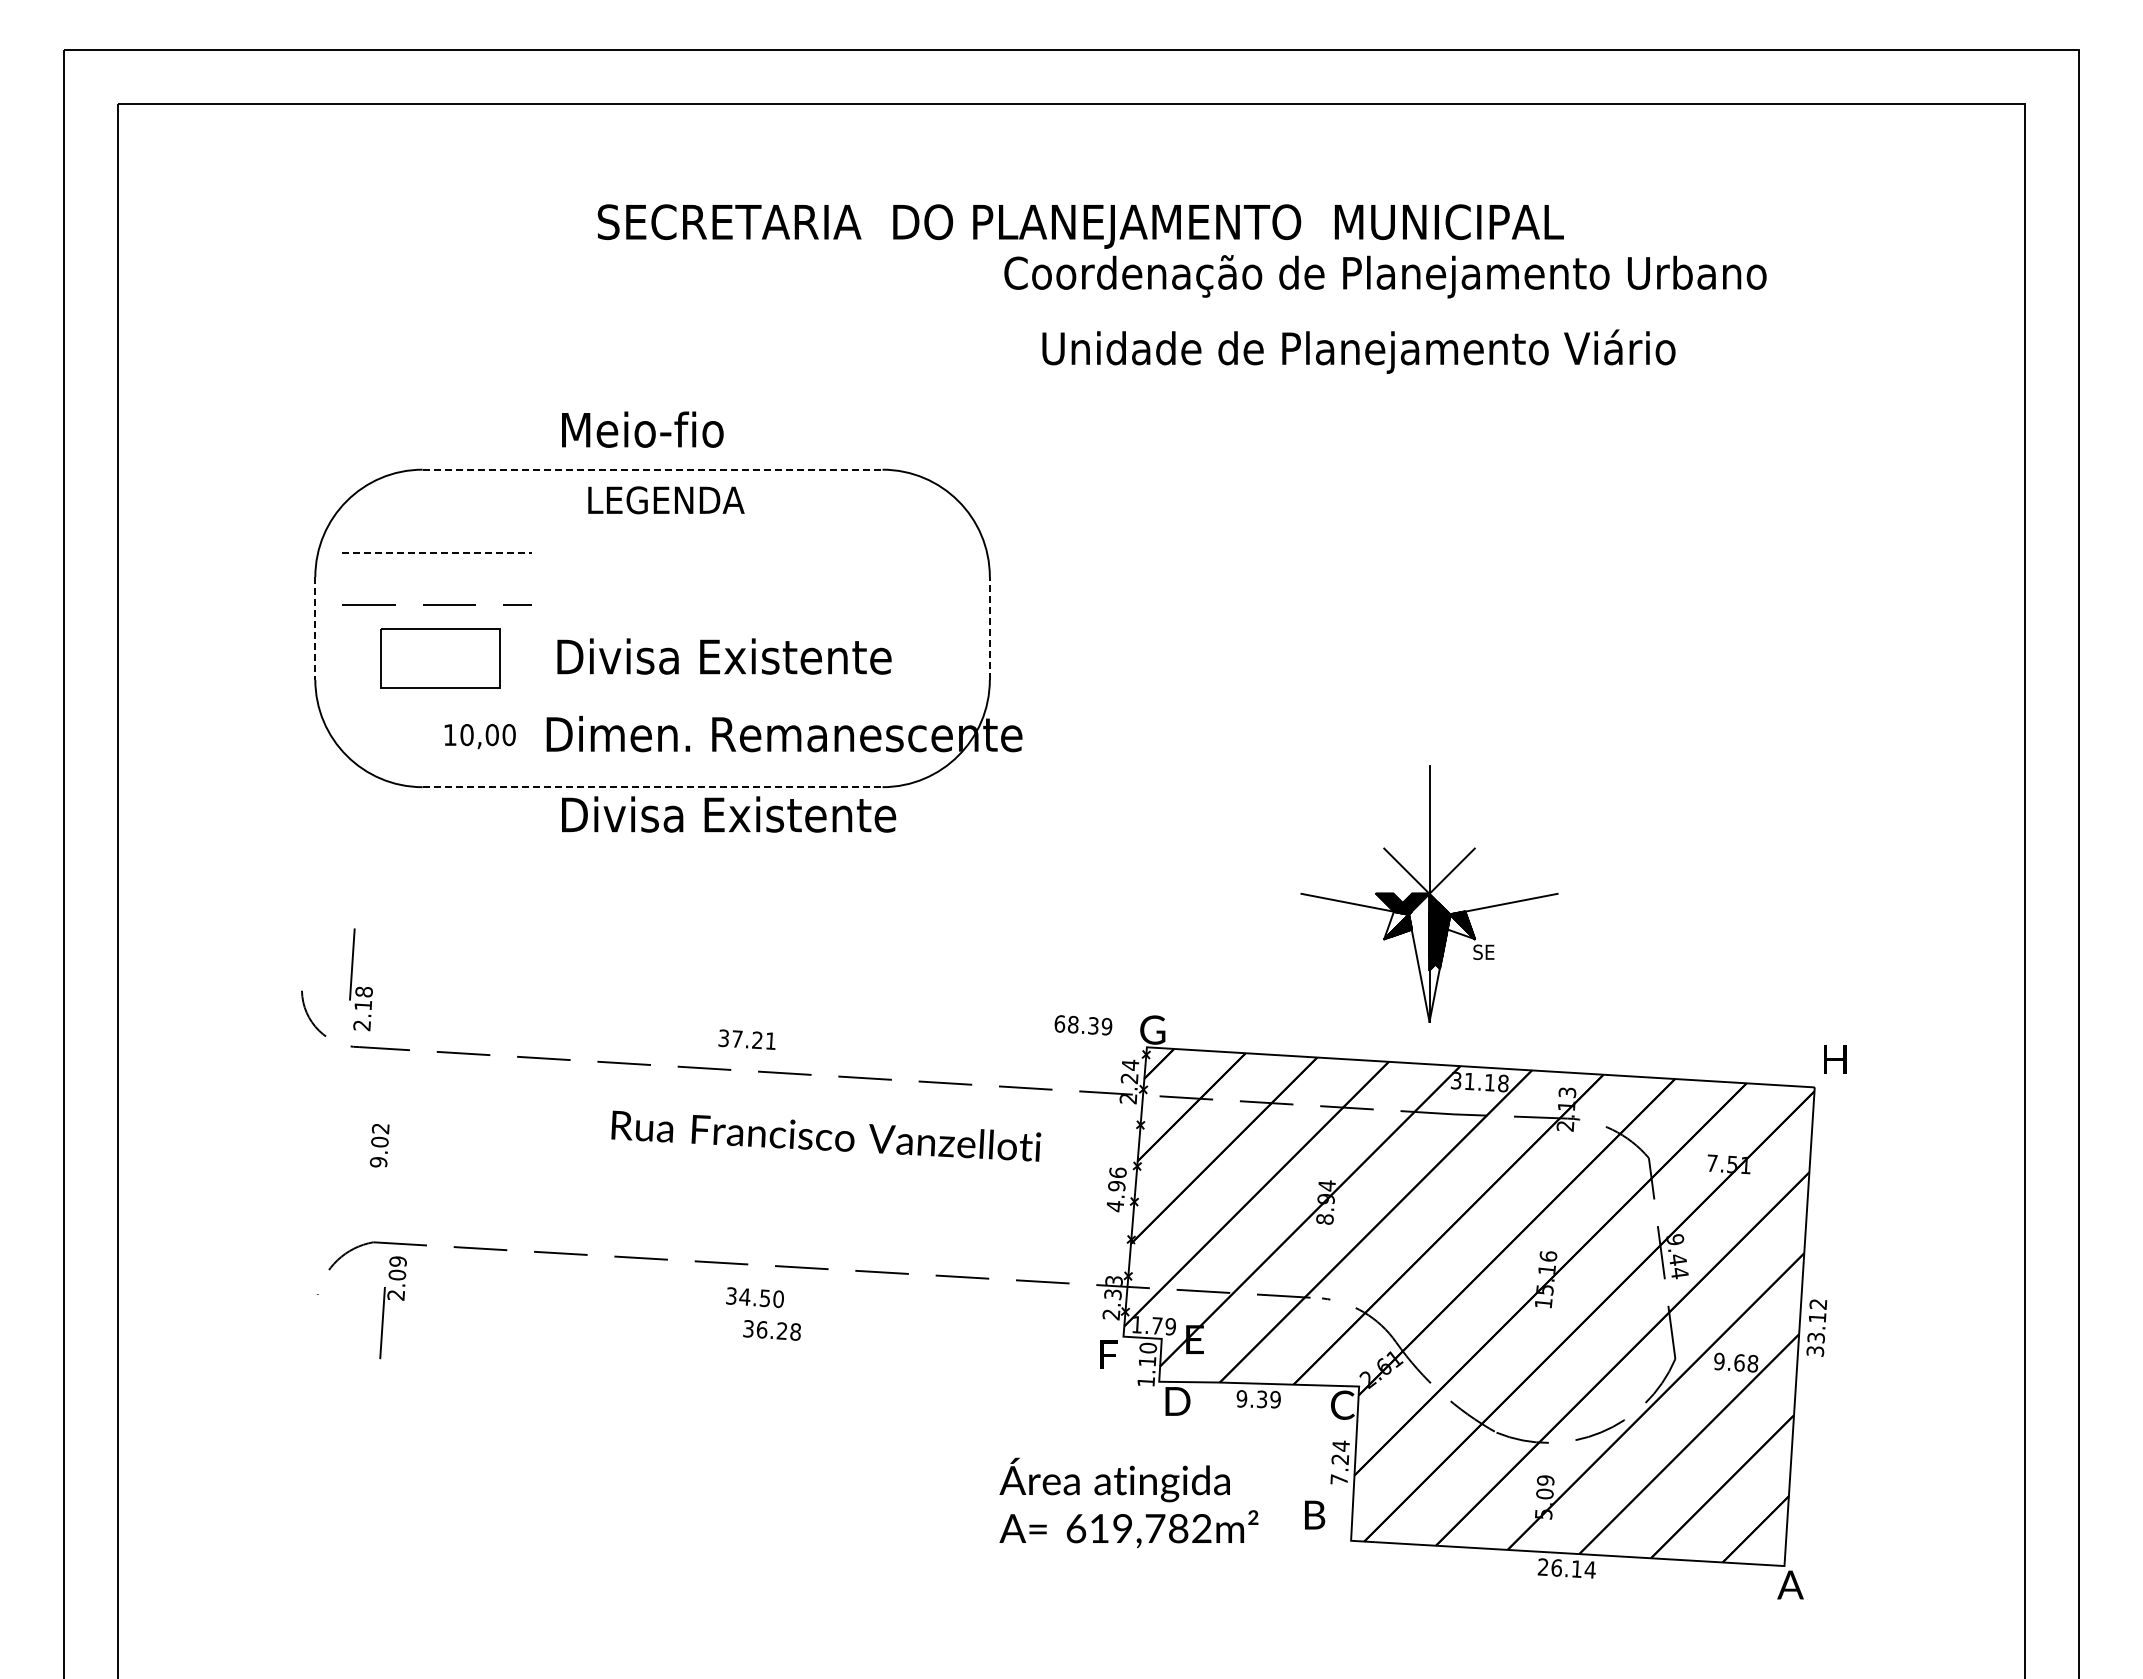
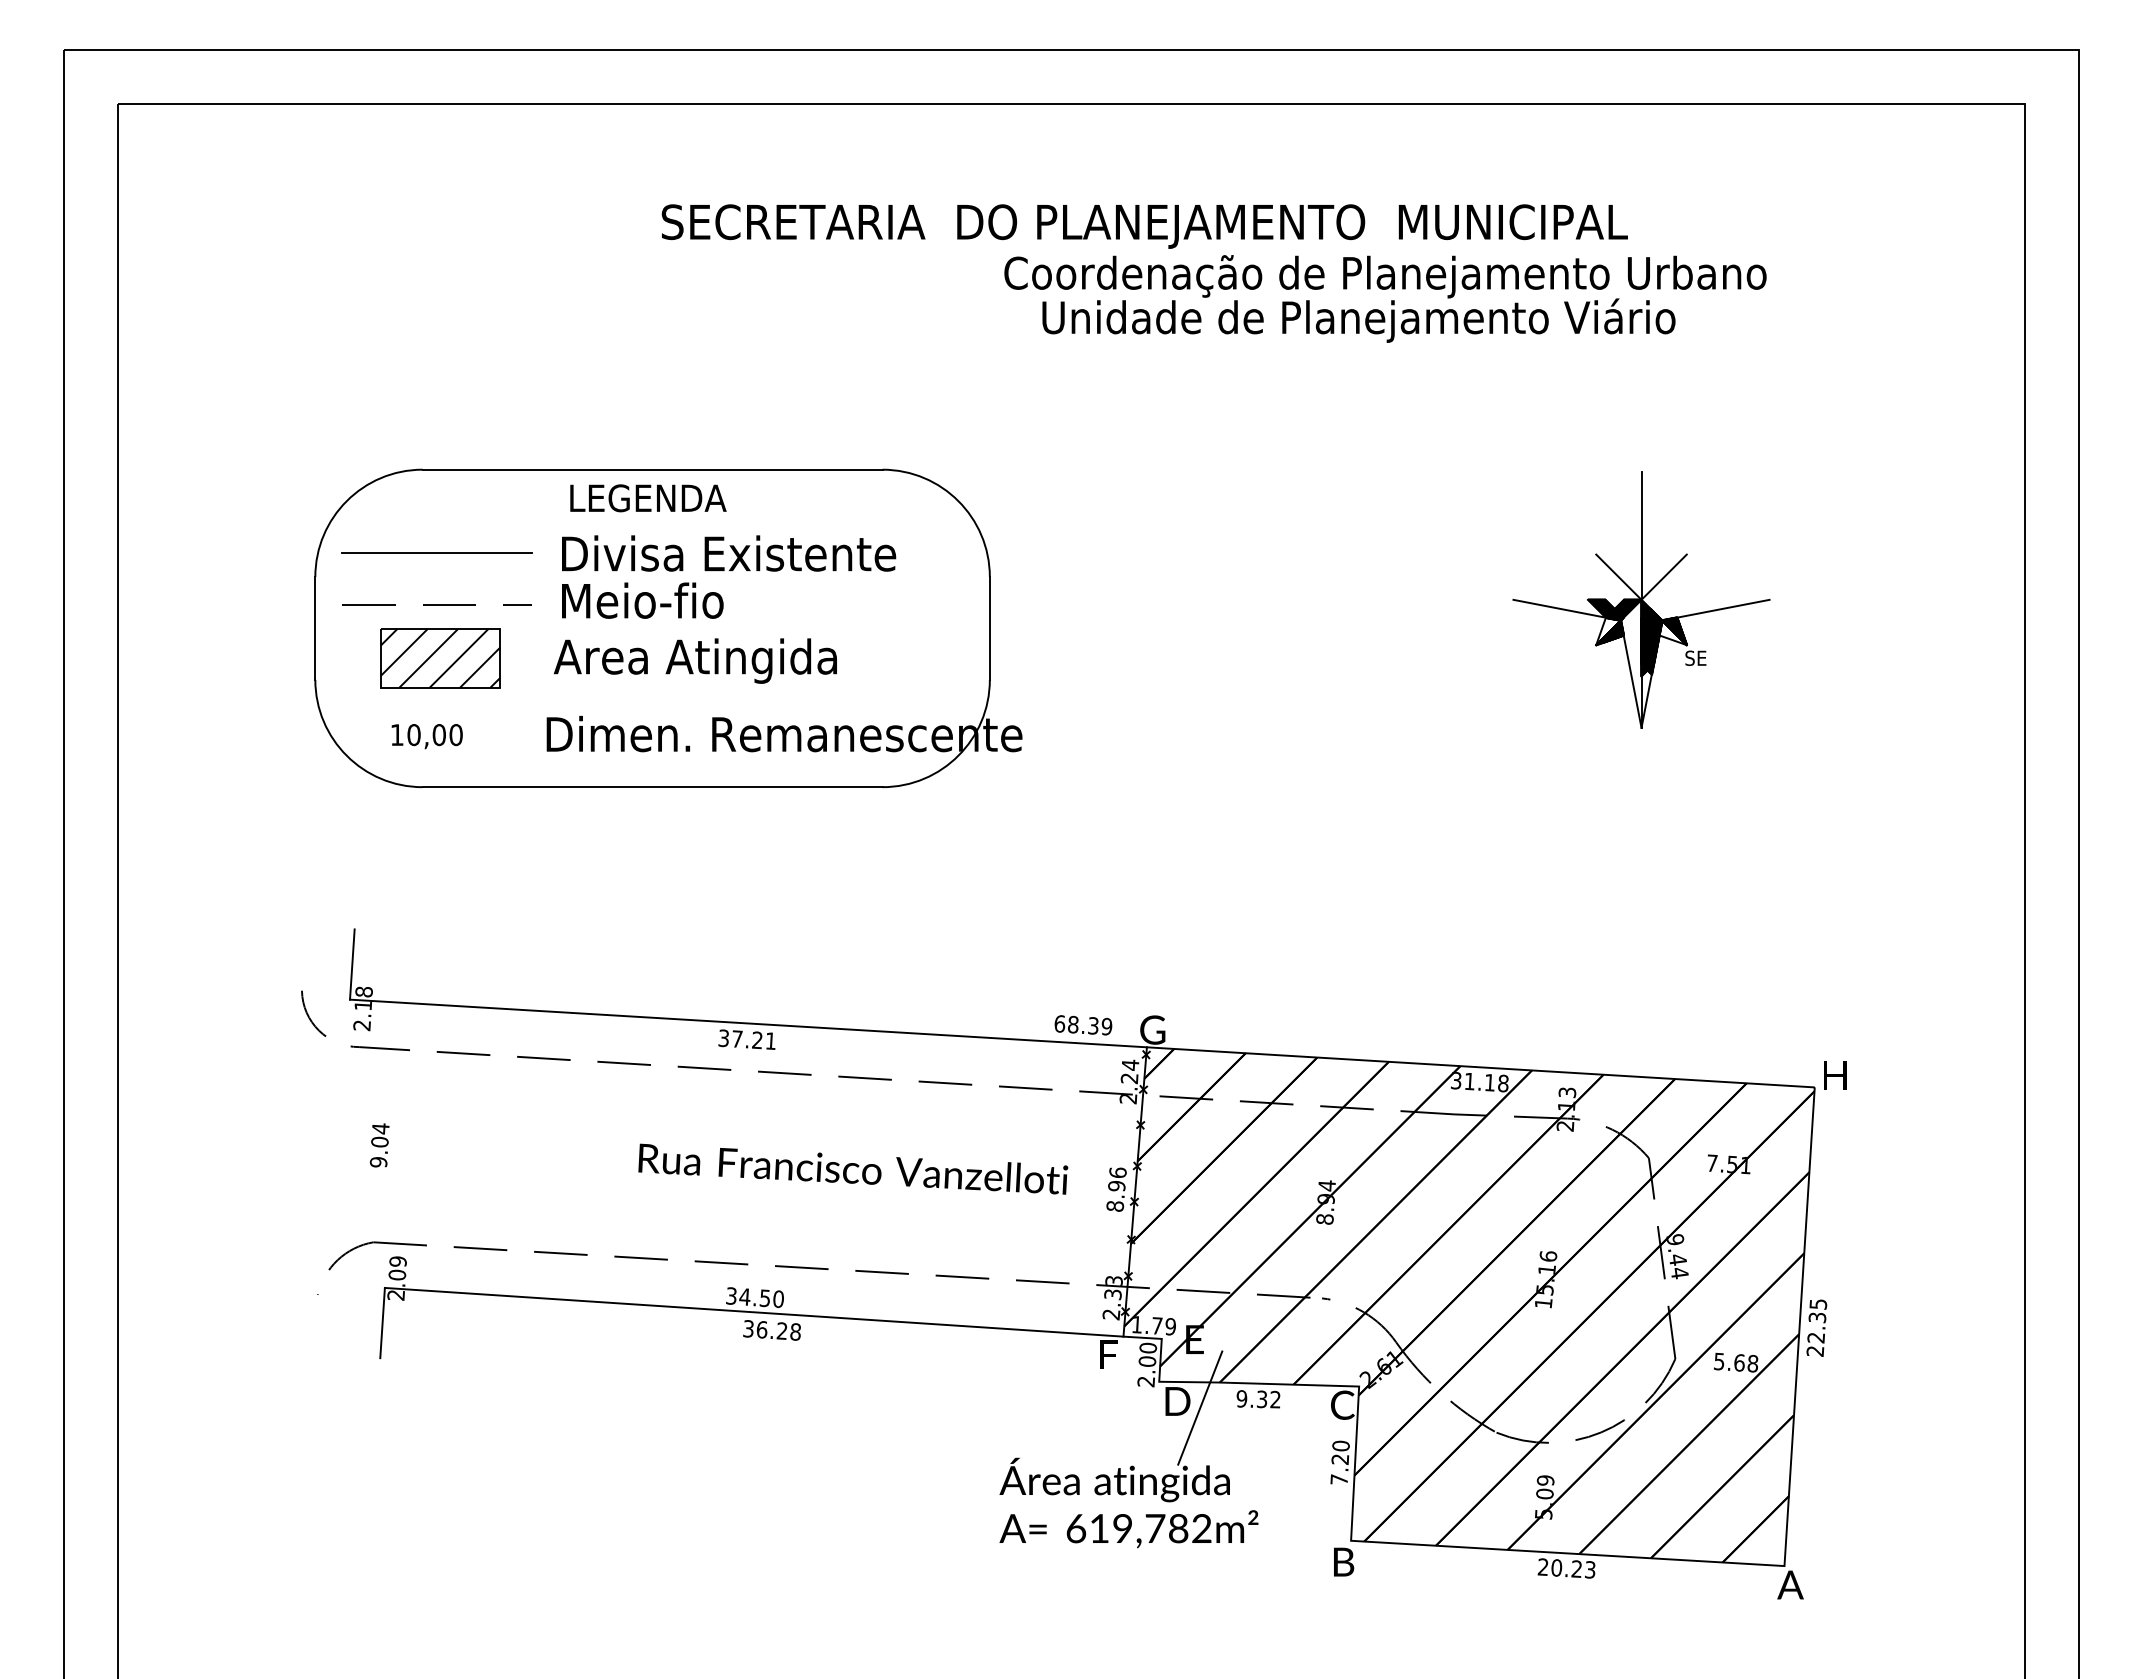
text at (1080, 226) position: (1080, 226) -> (1144, 226)
text at (1358, 351) position: (1358, 351) -> (1358, 320)
text at (642, 429) position: (642, 429) -> (642, 600)
line at (652, 469): dashed -> solid
text at (666, 500) position: (666, 500) -> (648, 498)
line at (437, 552): dashed -> solid
line at (989, 627): dashed -> solid
line at (315, 628): dashed -> solid
hatch at (440, 658): none -> present
text at (722, 660): Divisa Existente -> Area Atingida
text at (479, 736) position: (479, 736) -> (426, 736)
line at (652, 787): dashed -> solid
text at (729, 814) position: (729, 814) -> (729, 553)
part at (1429, 893) position: (1429, 893) -> (1641, 599)
line at (748, 1023): none -> present
text at (1835, 1059) position: (1835, 1059) -> (1835, 1075)
text at (380, 1128): 9.02 -> 9.04
text at (826, 1135) position: (826, 1135) -> (853, 1168)
text at (1115, 1206): 4.96 -> 8.96
line at (753, 1311): none -> present
text at (1816, 1327): 33.12 -> 22.35
text at (1719, 1361): 9.68 -> 5.68
text at (1146, 1371): 1.10 -> 2.00
text at (1275, 1399): 9.39 -> 9.32
line at (1200, 1407): none -> present
text at (1340, 1445): 7.24 -> 7.20
text at (1315, 1514) position: (1315, 1514) -> (1344, 1561)
text at (1573, 1568): 26.14 -> 20.23
